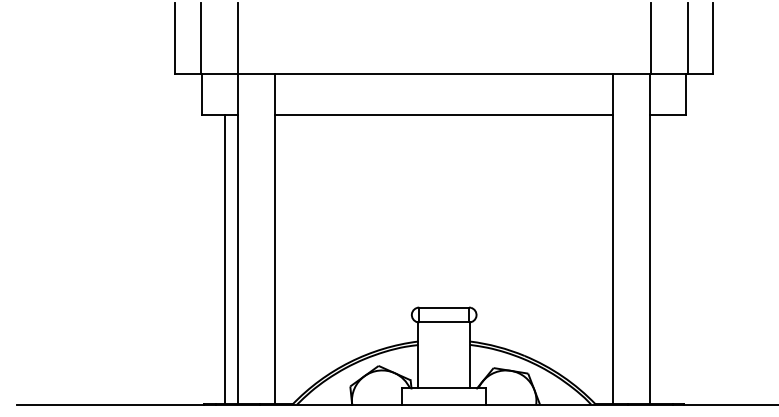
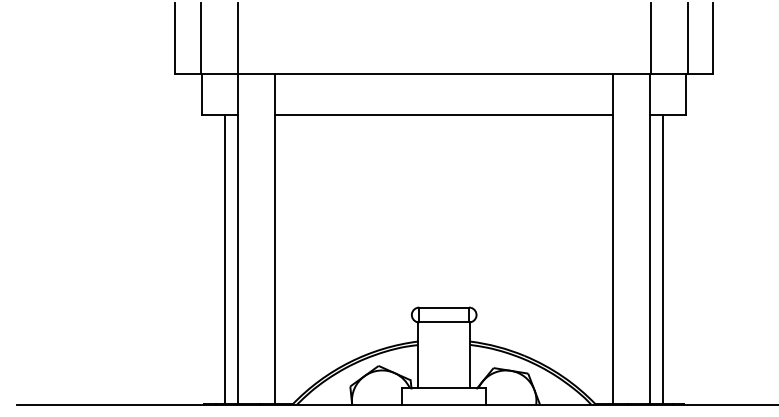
line at (663, 258): none -> present
